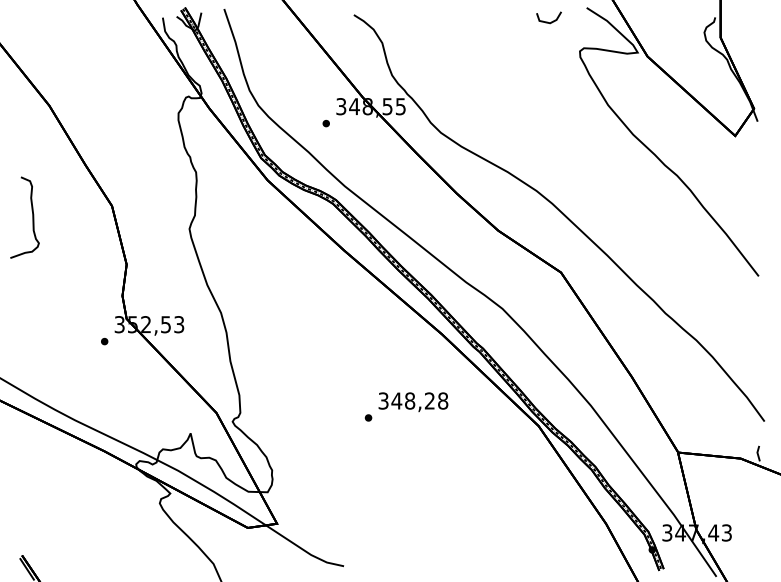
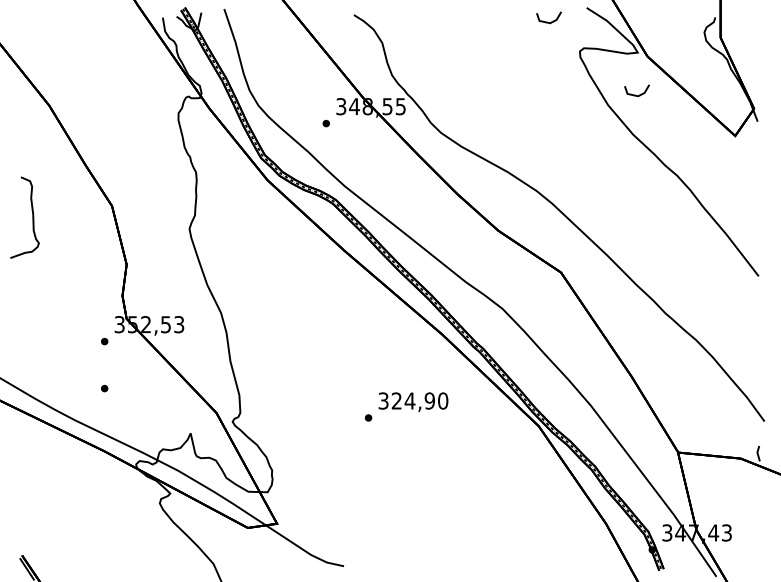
line at (635, 94): none -> present
part at (104, 388): none -> present
text at (419, 400): 348,28 -> 324,90
